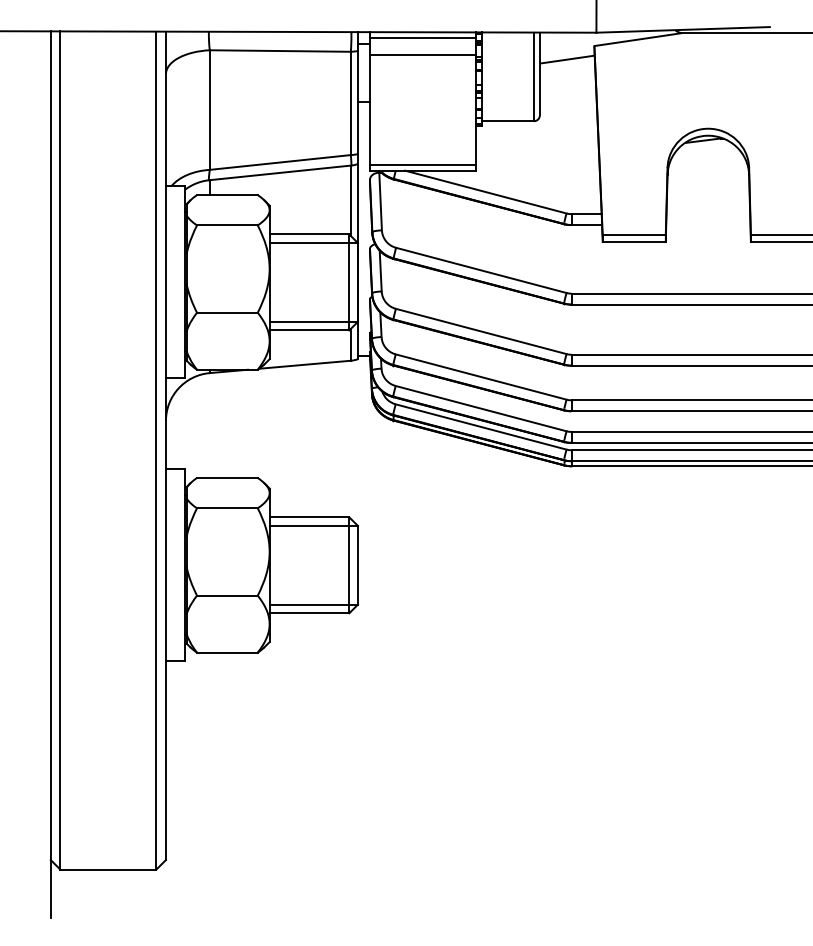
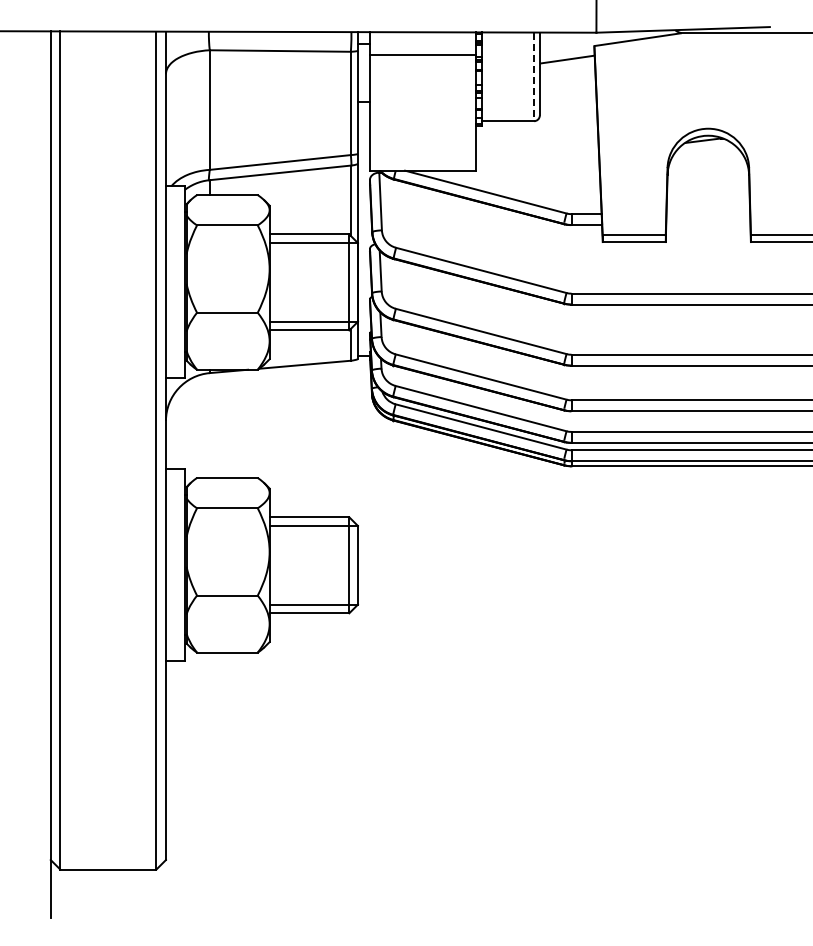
line at (422, 38): present -> none
line at (534, 77): solid -> dashed
line at (422, 165): present -> none
